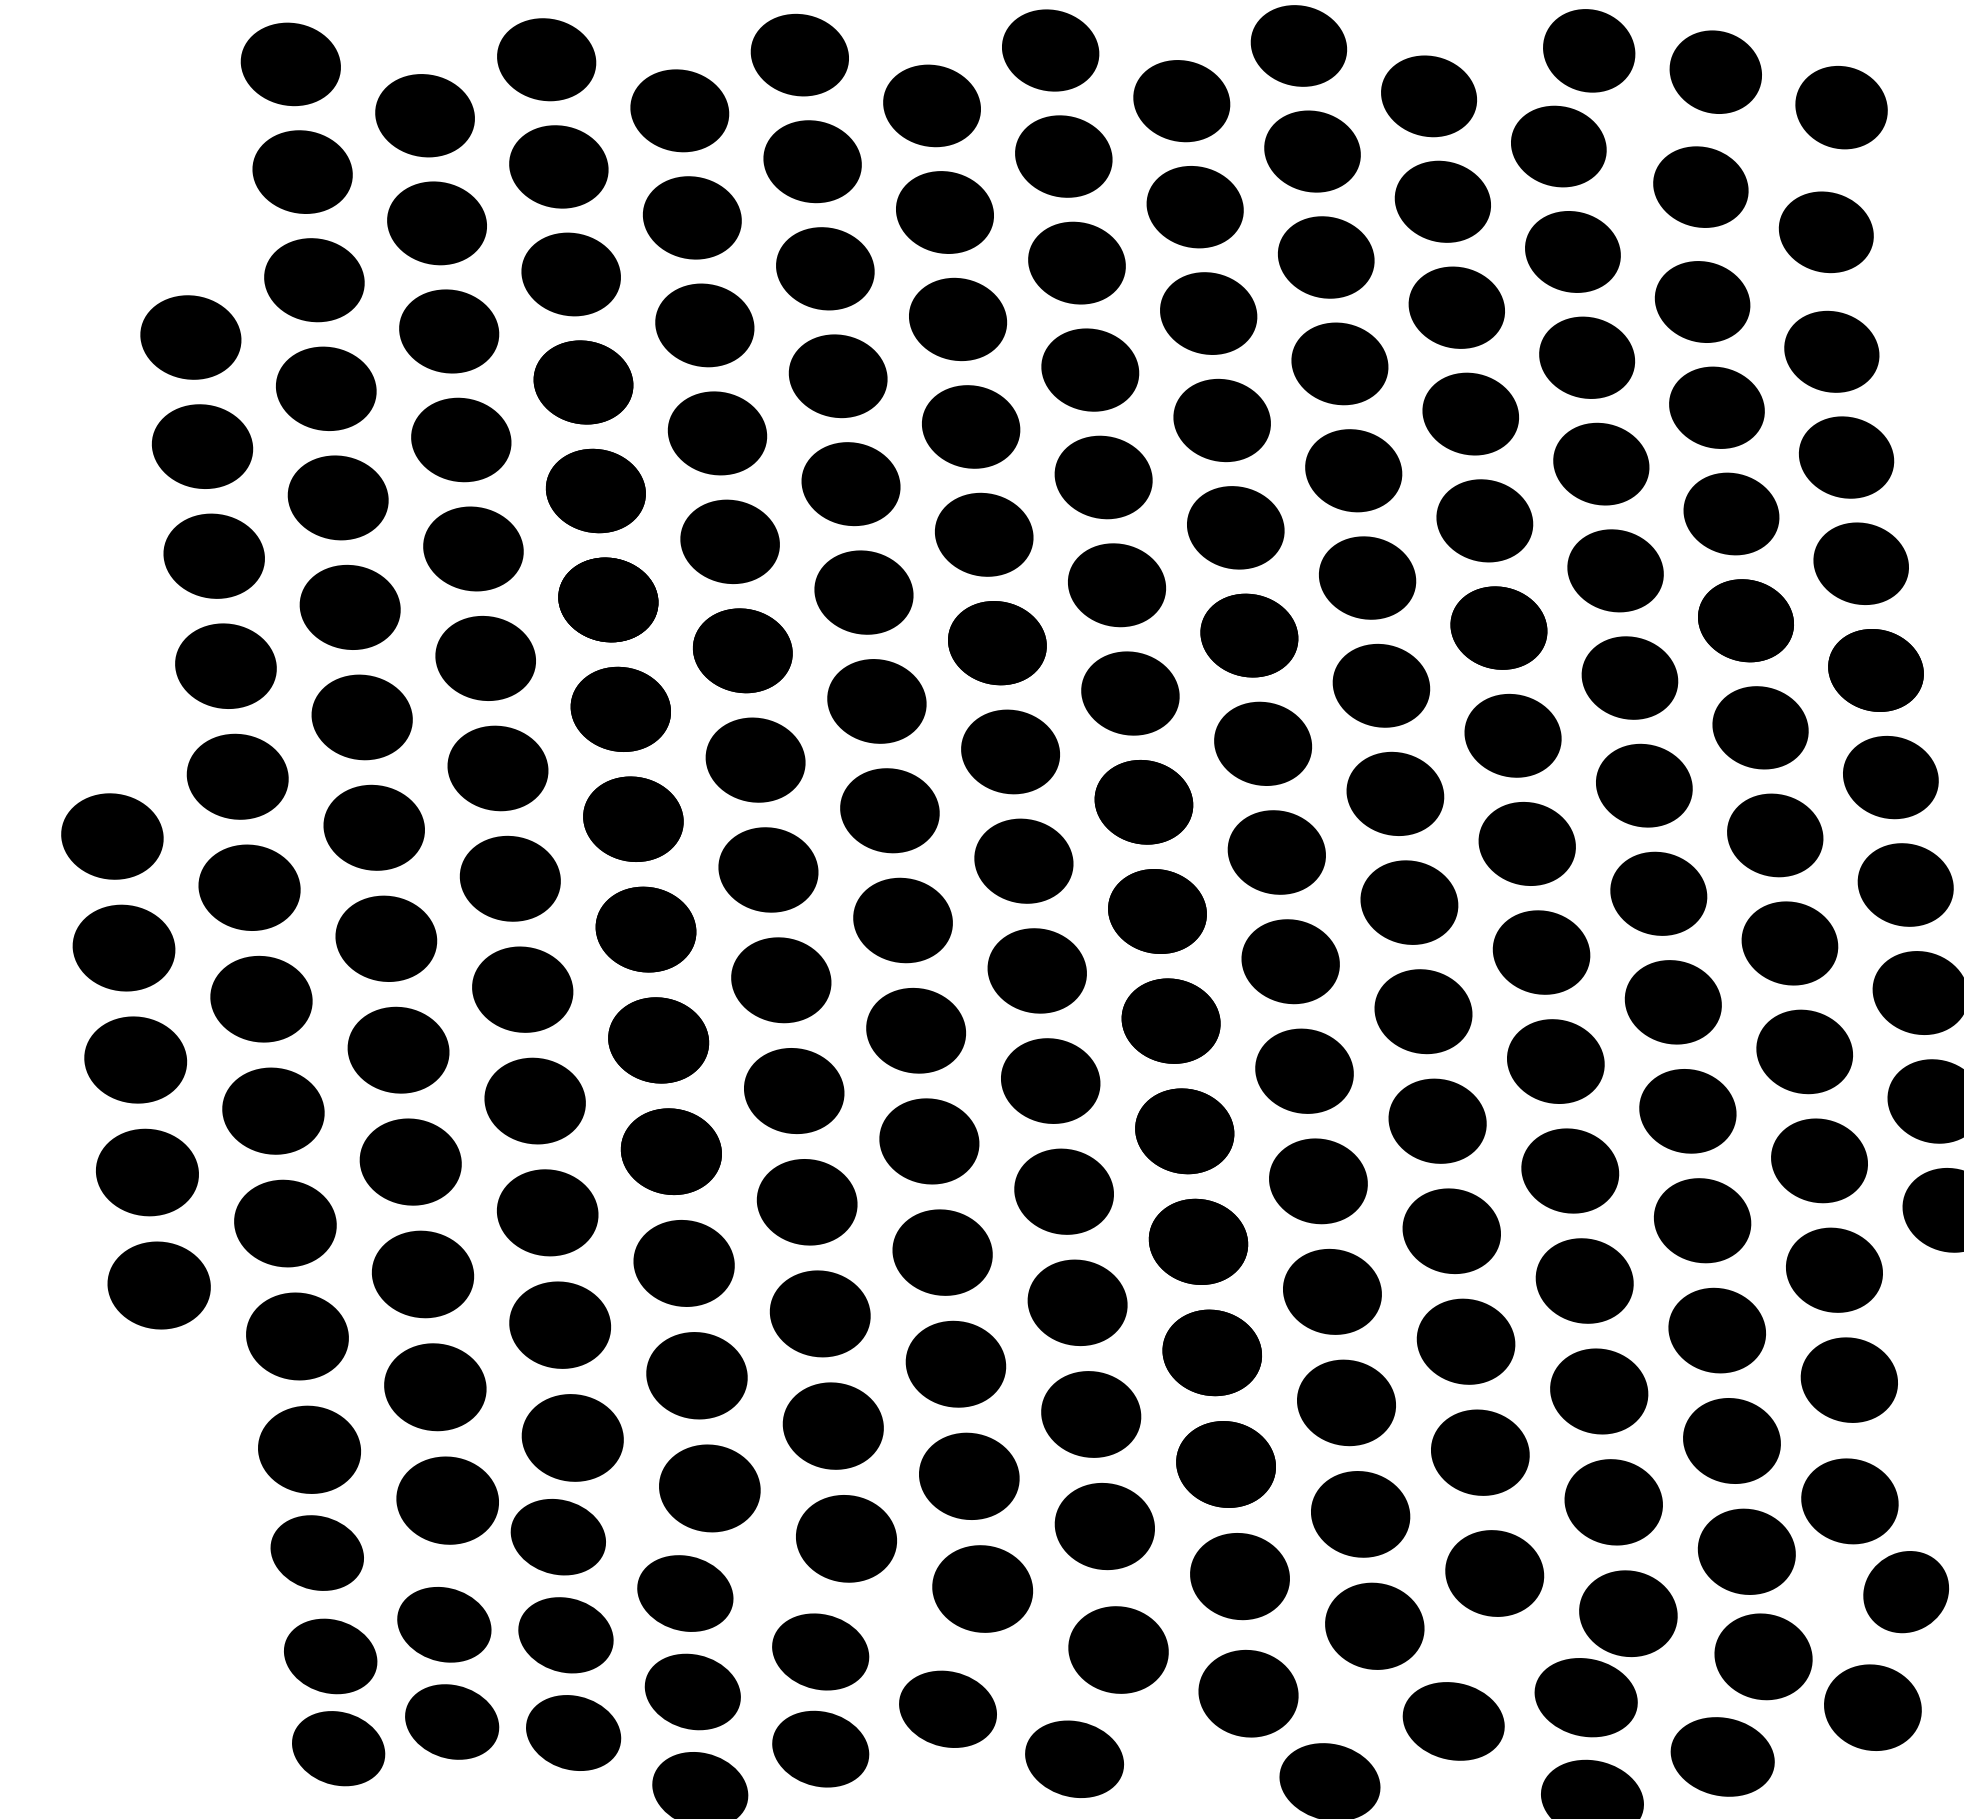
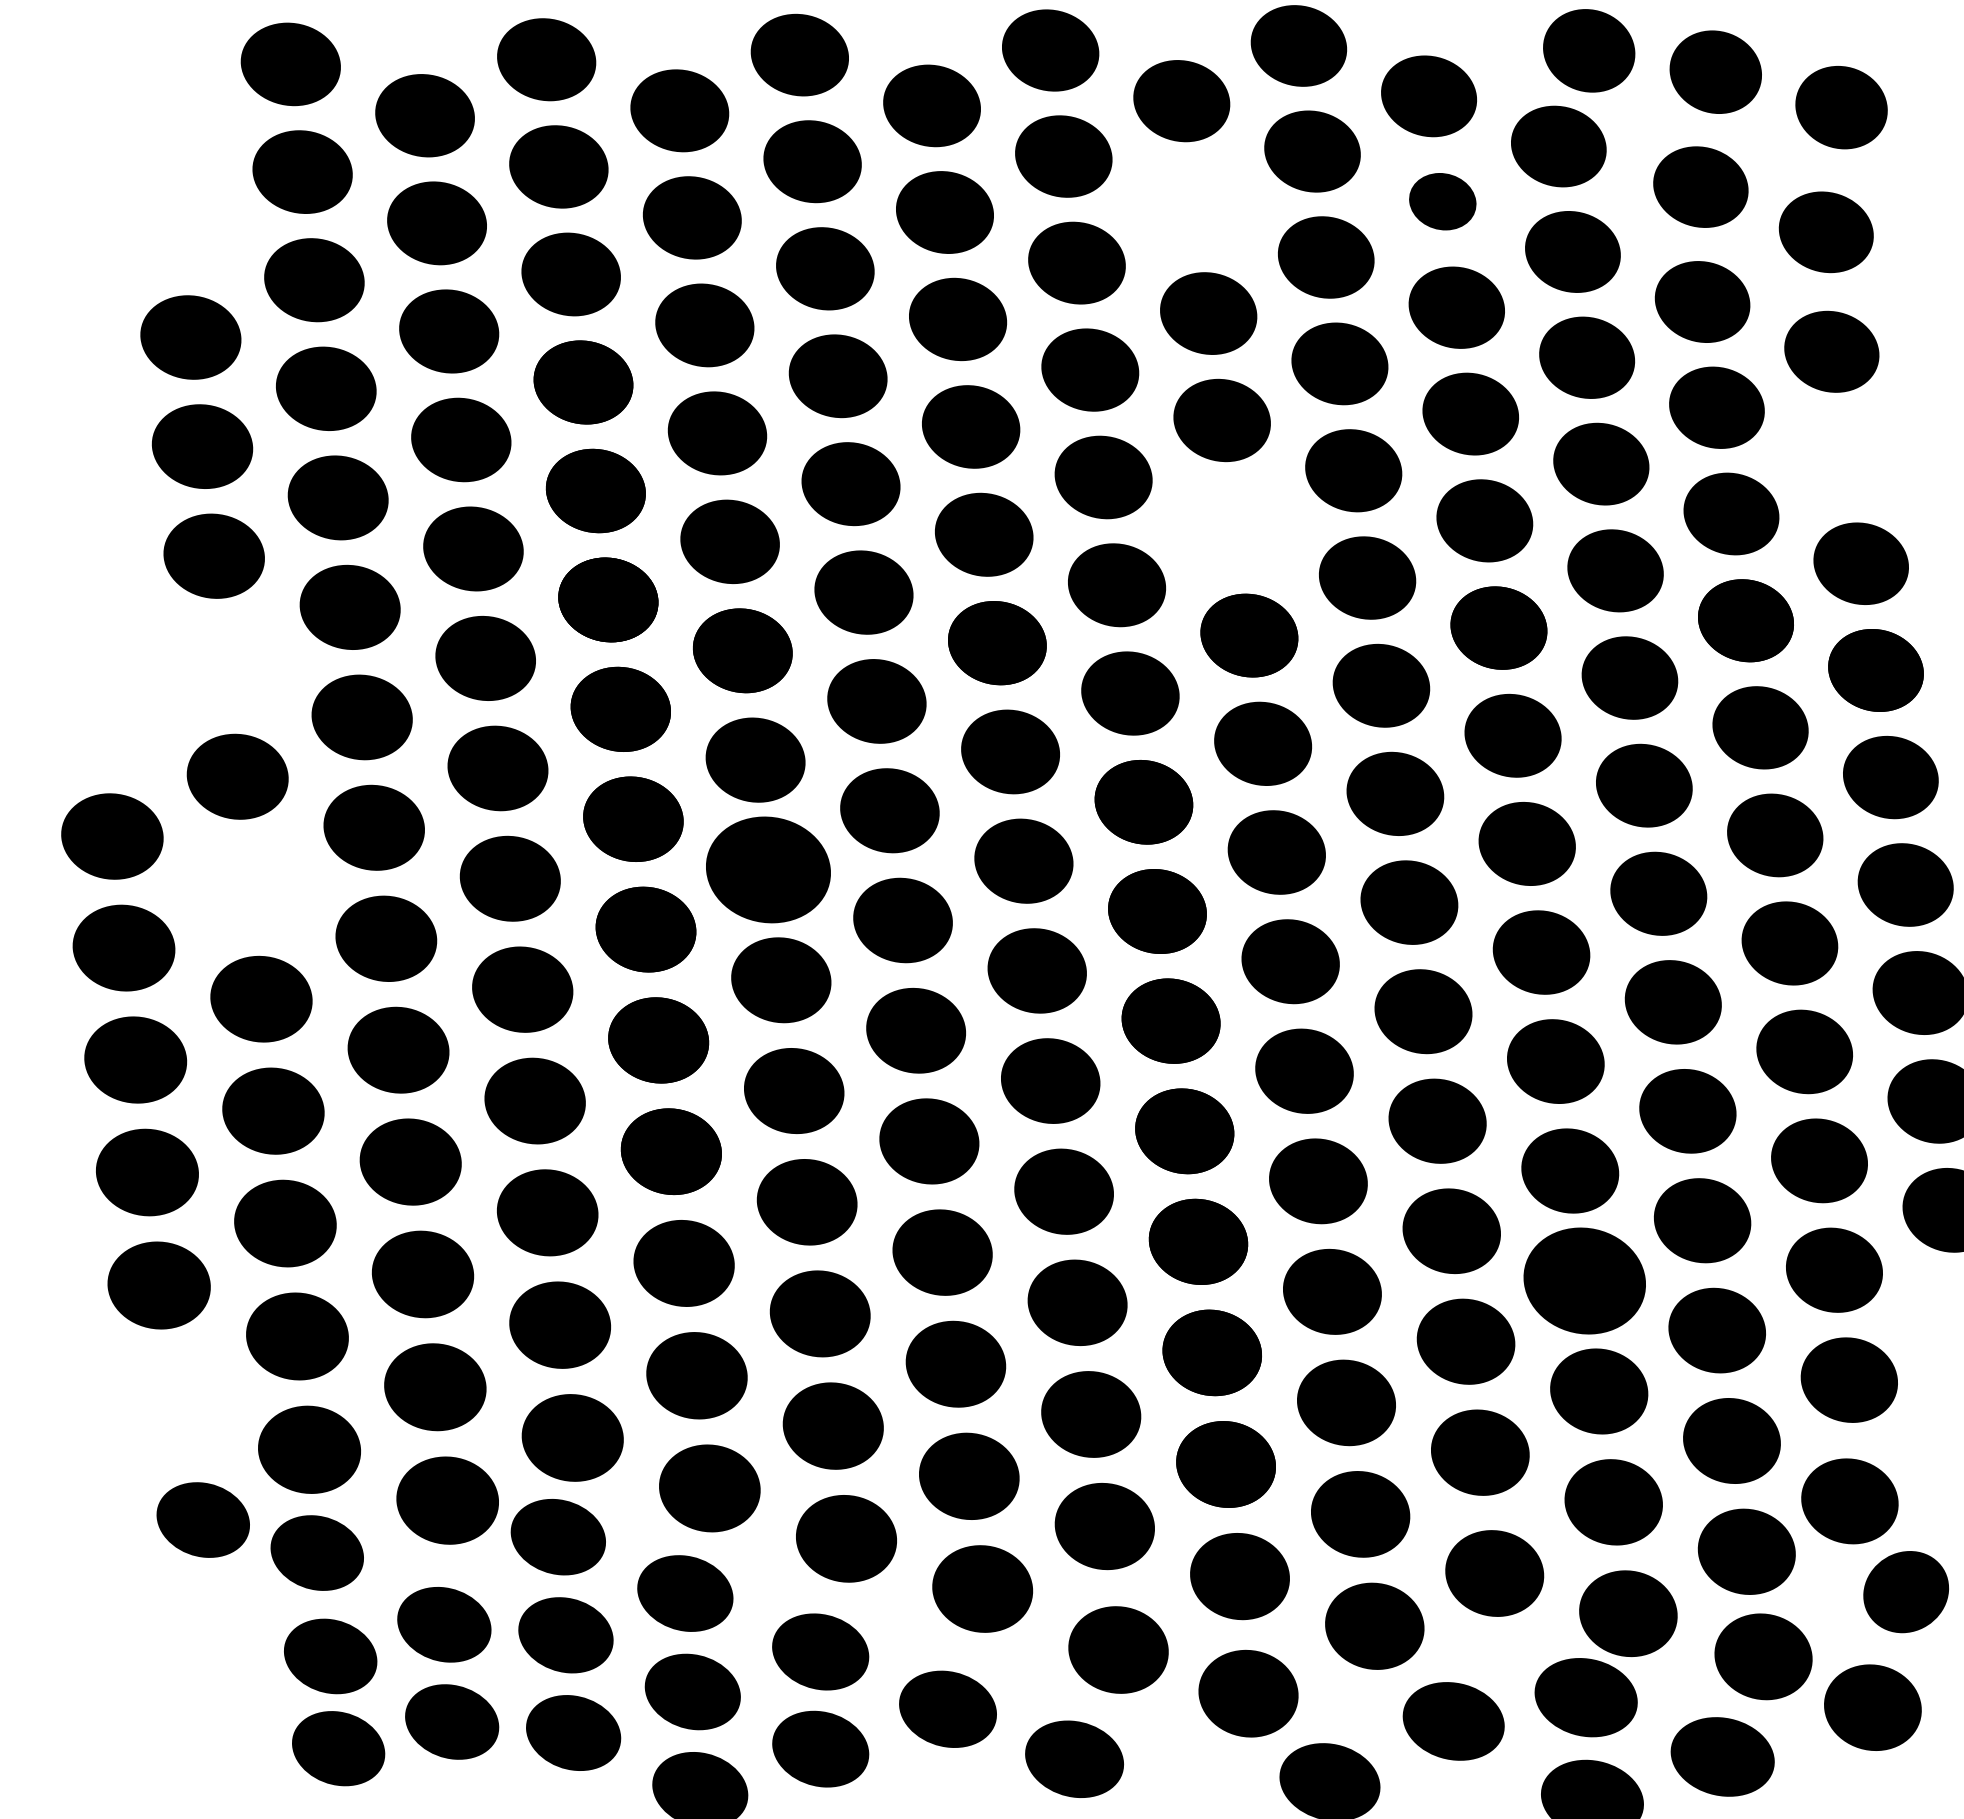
part at (1442, 201) size: 97x83 px -> 68x58 px
fill at (1194, 206): present -> none
fill at (1846, 457): present -> none
part at (1235, 527): present -> none
part at (225, 665): present -> none
part at (768, 869) size: 101x86 px -> 125x108 px
fill at (249, 887): present -> none
part at (1584, 1280) size: 99x86 px -> 123x108 px
part at (202, 1519): none -> present
